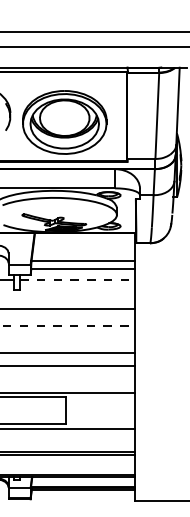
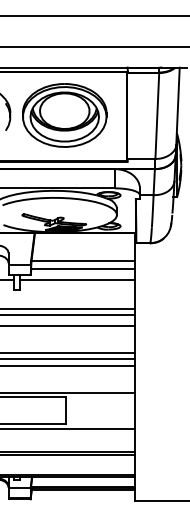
line at (94, 31) position: (94, 31) -> (94, 15)
part at (64, 122) position: (64, 122) -> (64, 115)
line at (78, 279): dashed -> solid
line at (68, 315): none -> present
line at (67, 326): dashed -> solid
line at (68, 358): none -> present
